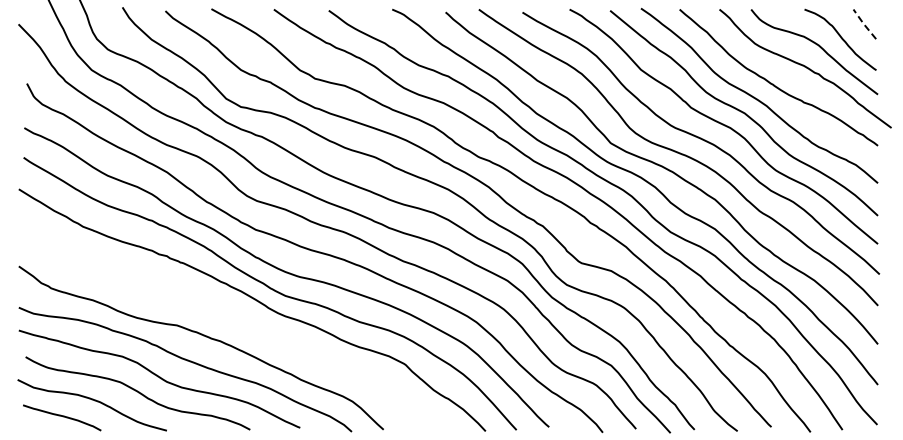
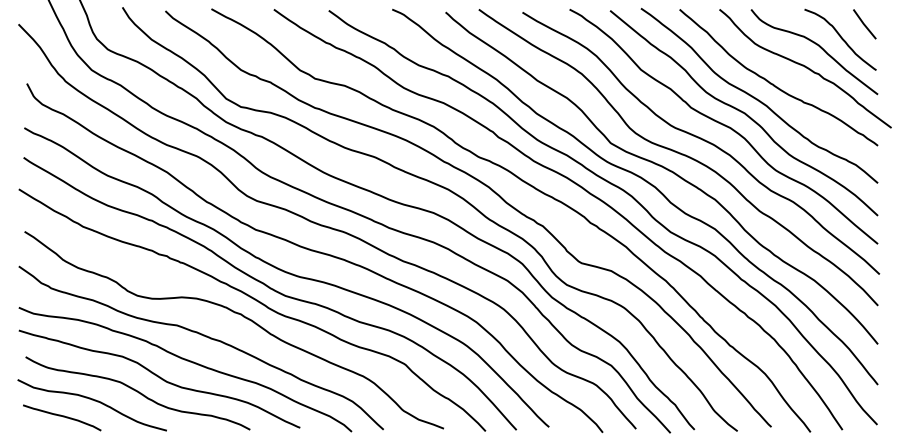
line at (863, 23): dashed -> solid
curve at (243, 317): none -> present
